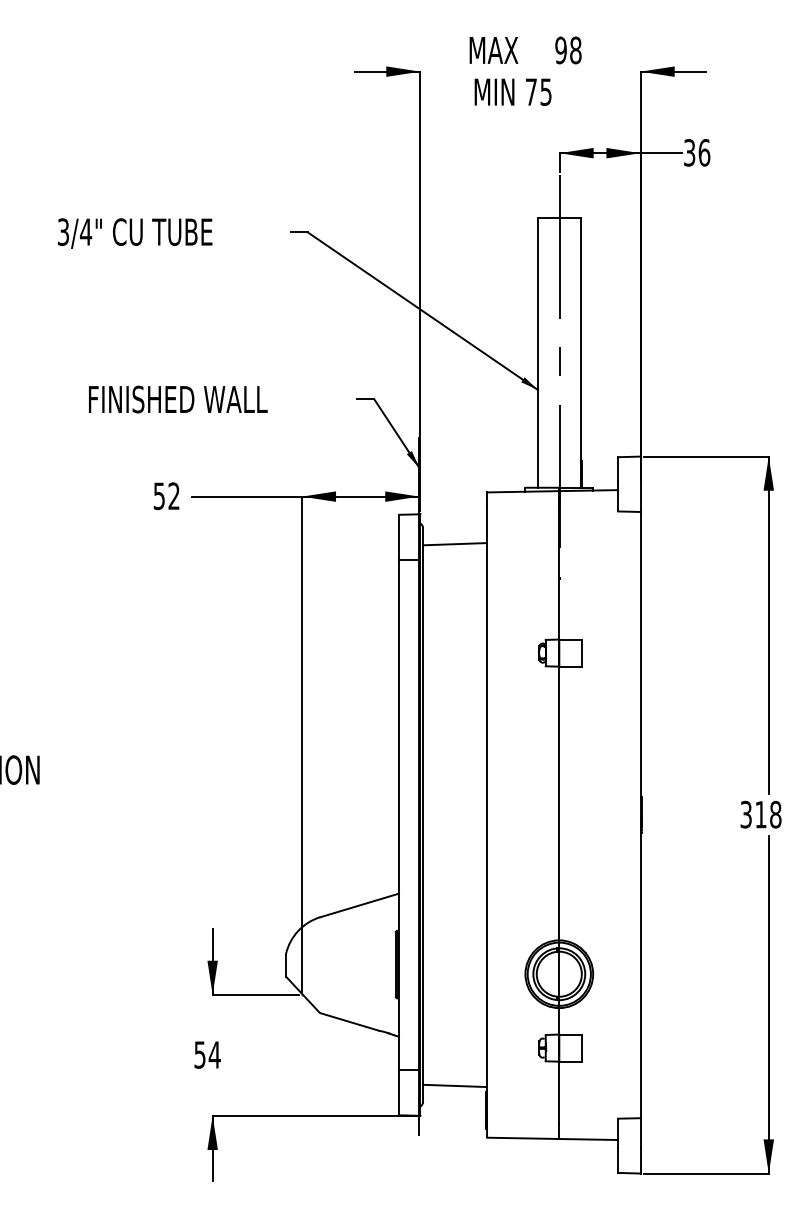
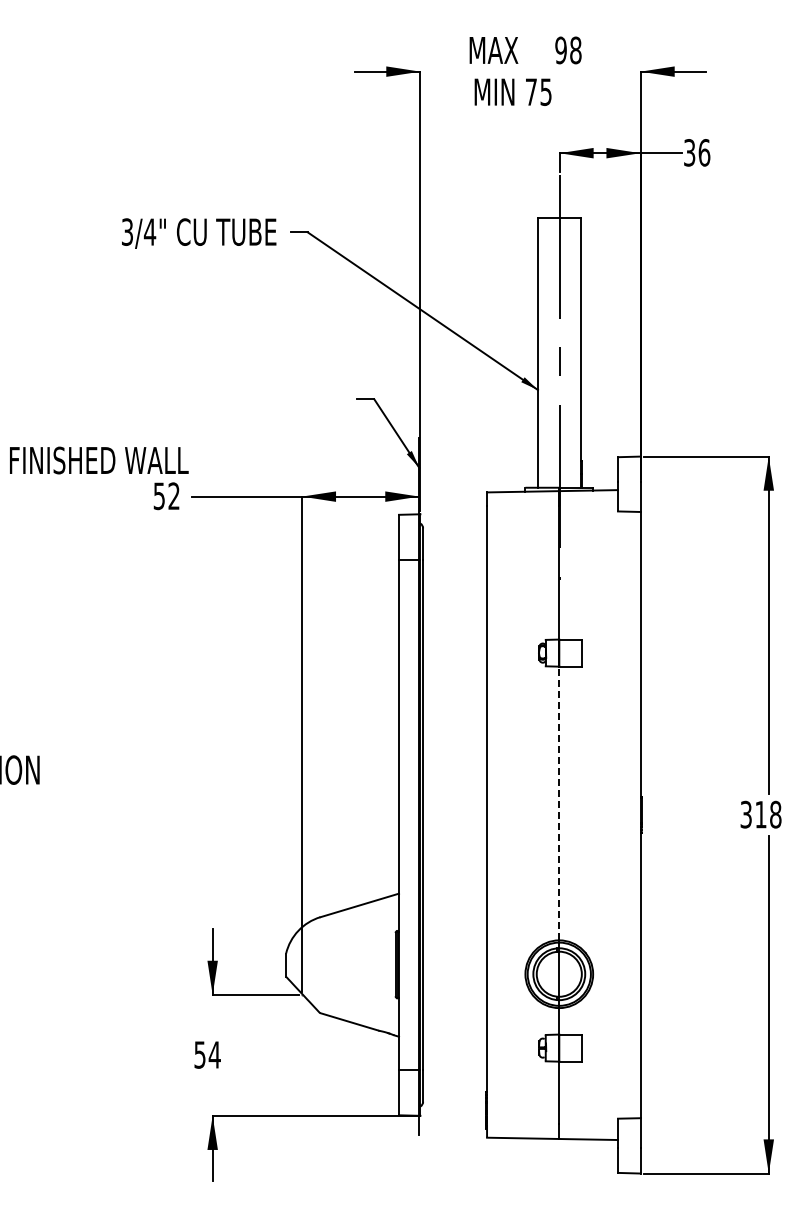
text at (135, 233) position: (135, 233) -> (199, 233)
text at (178, 399) position: (178, 399) -> (99, 460)
line at (455, 544): present -> none
line at (559, 803): solid -> dashed
line at (455, 1085): present -> none
